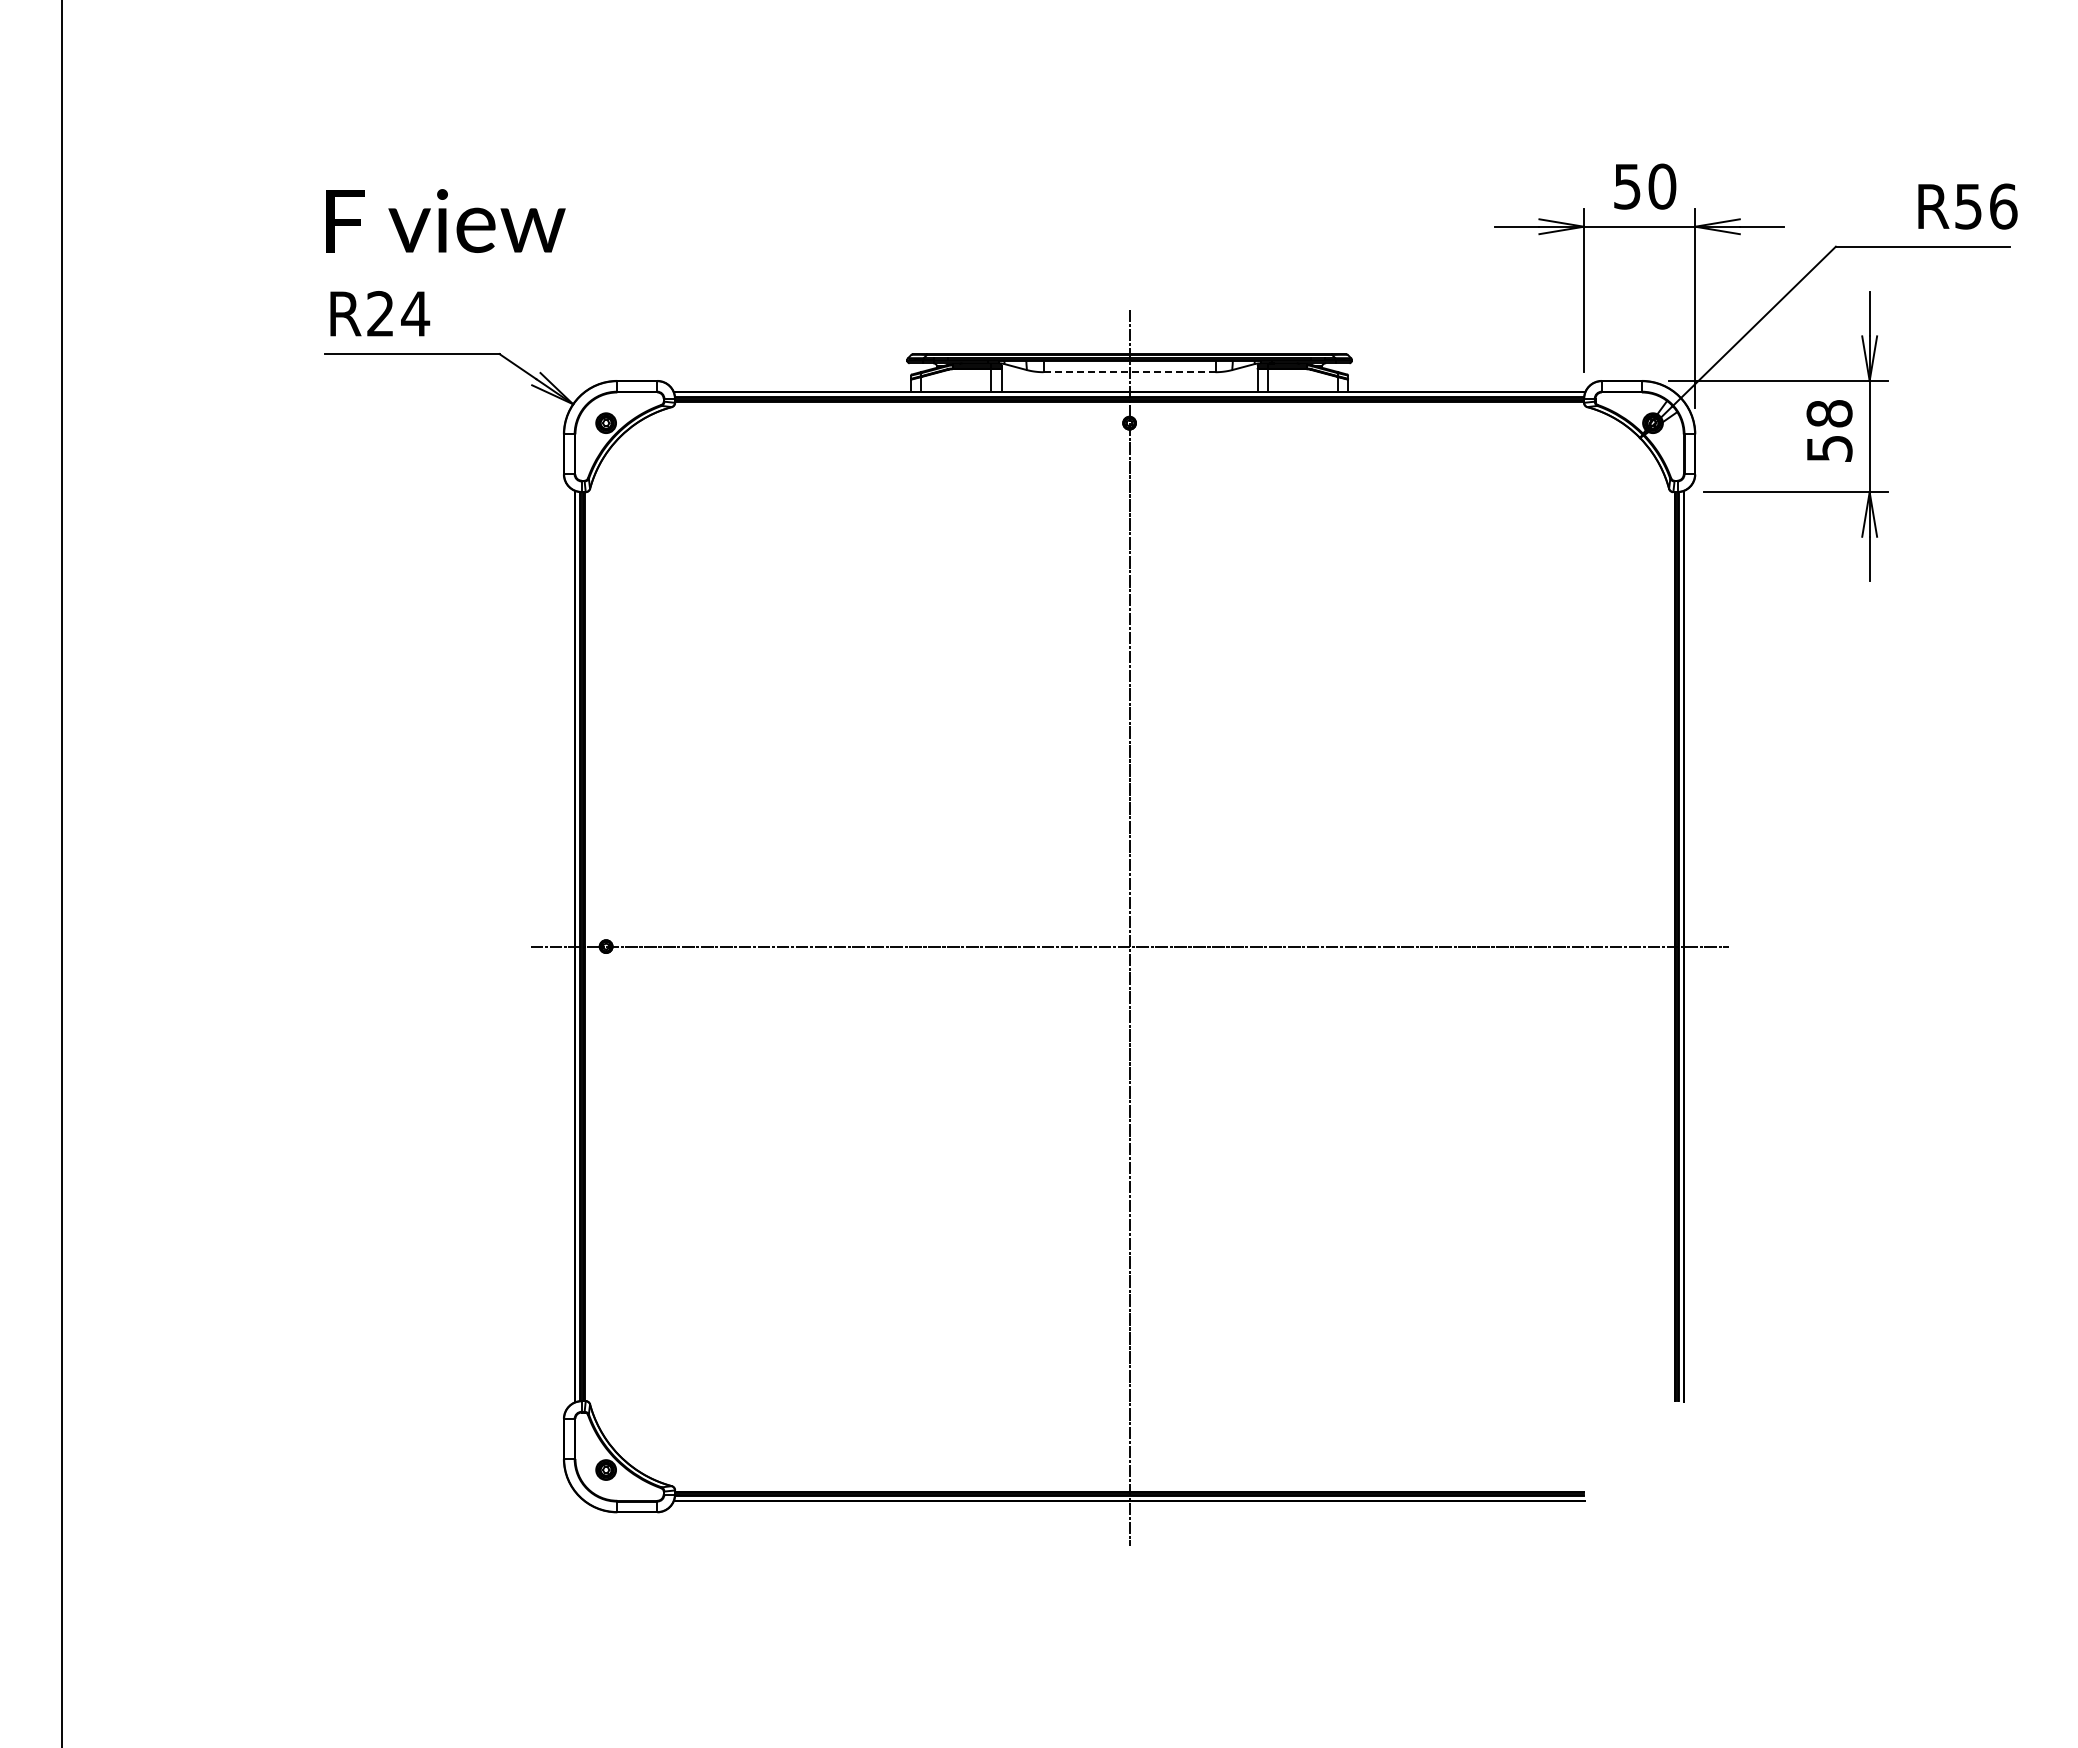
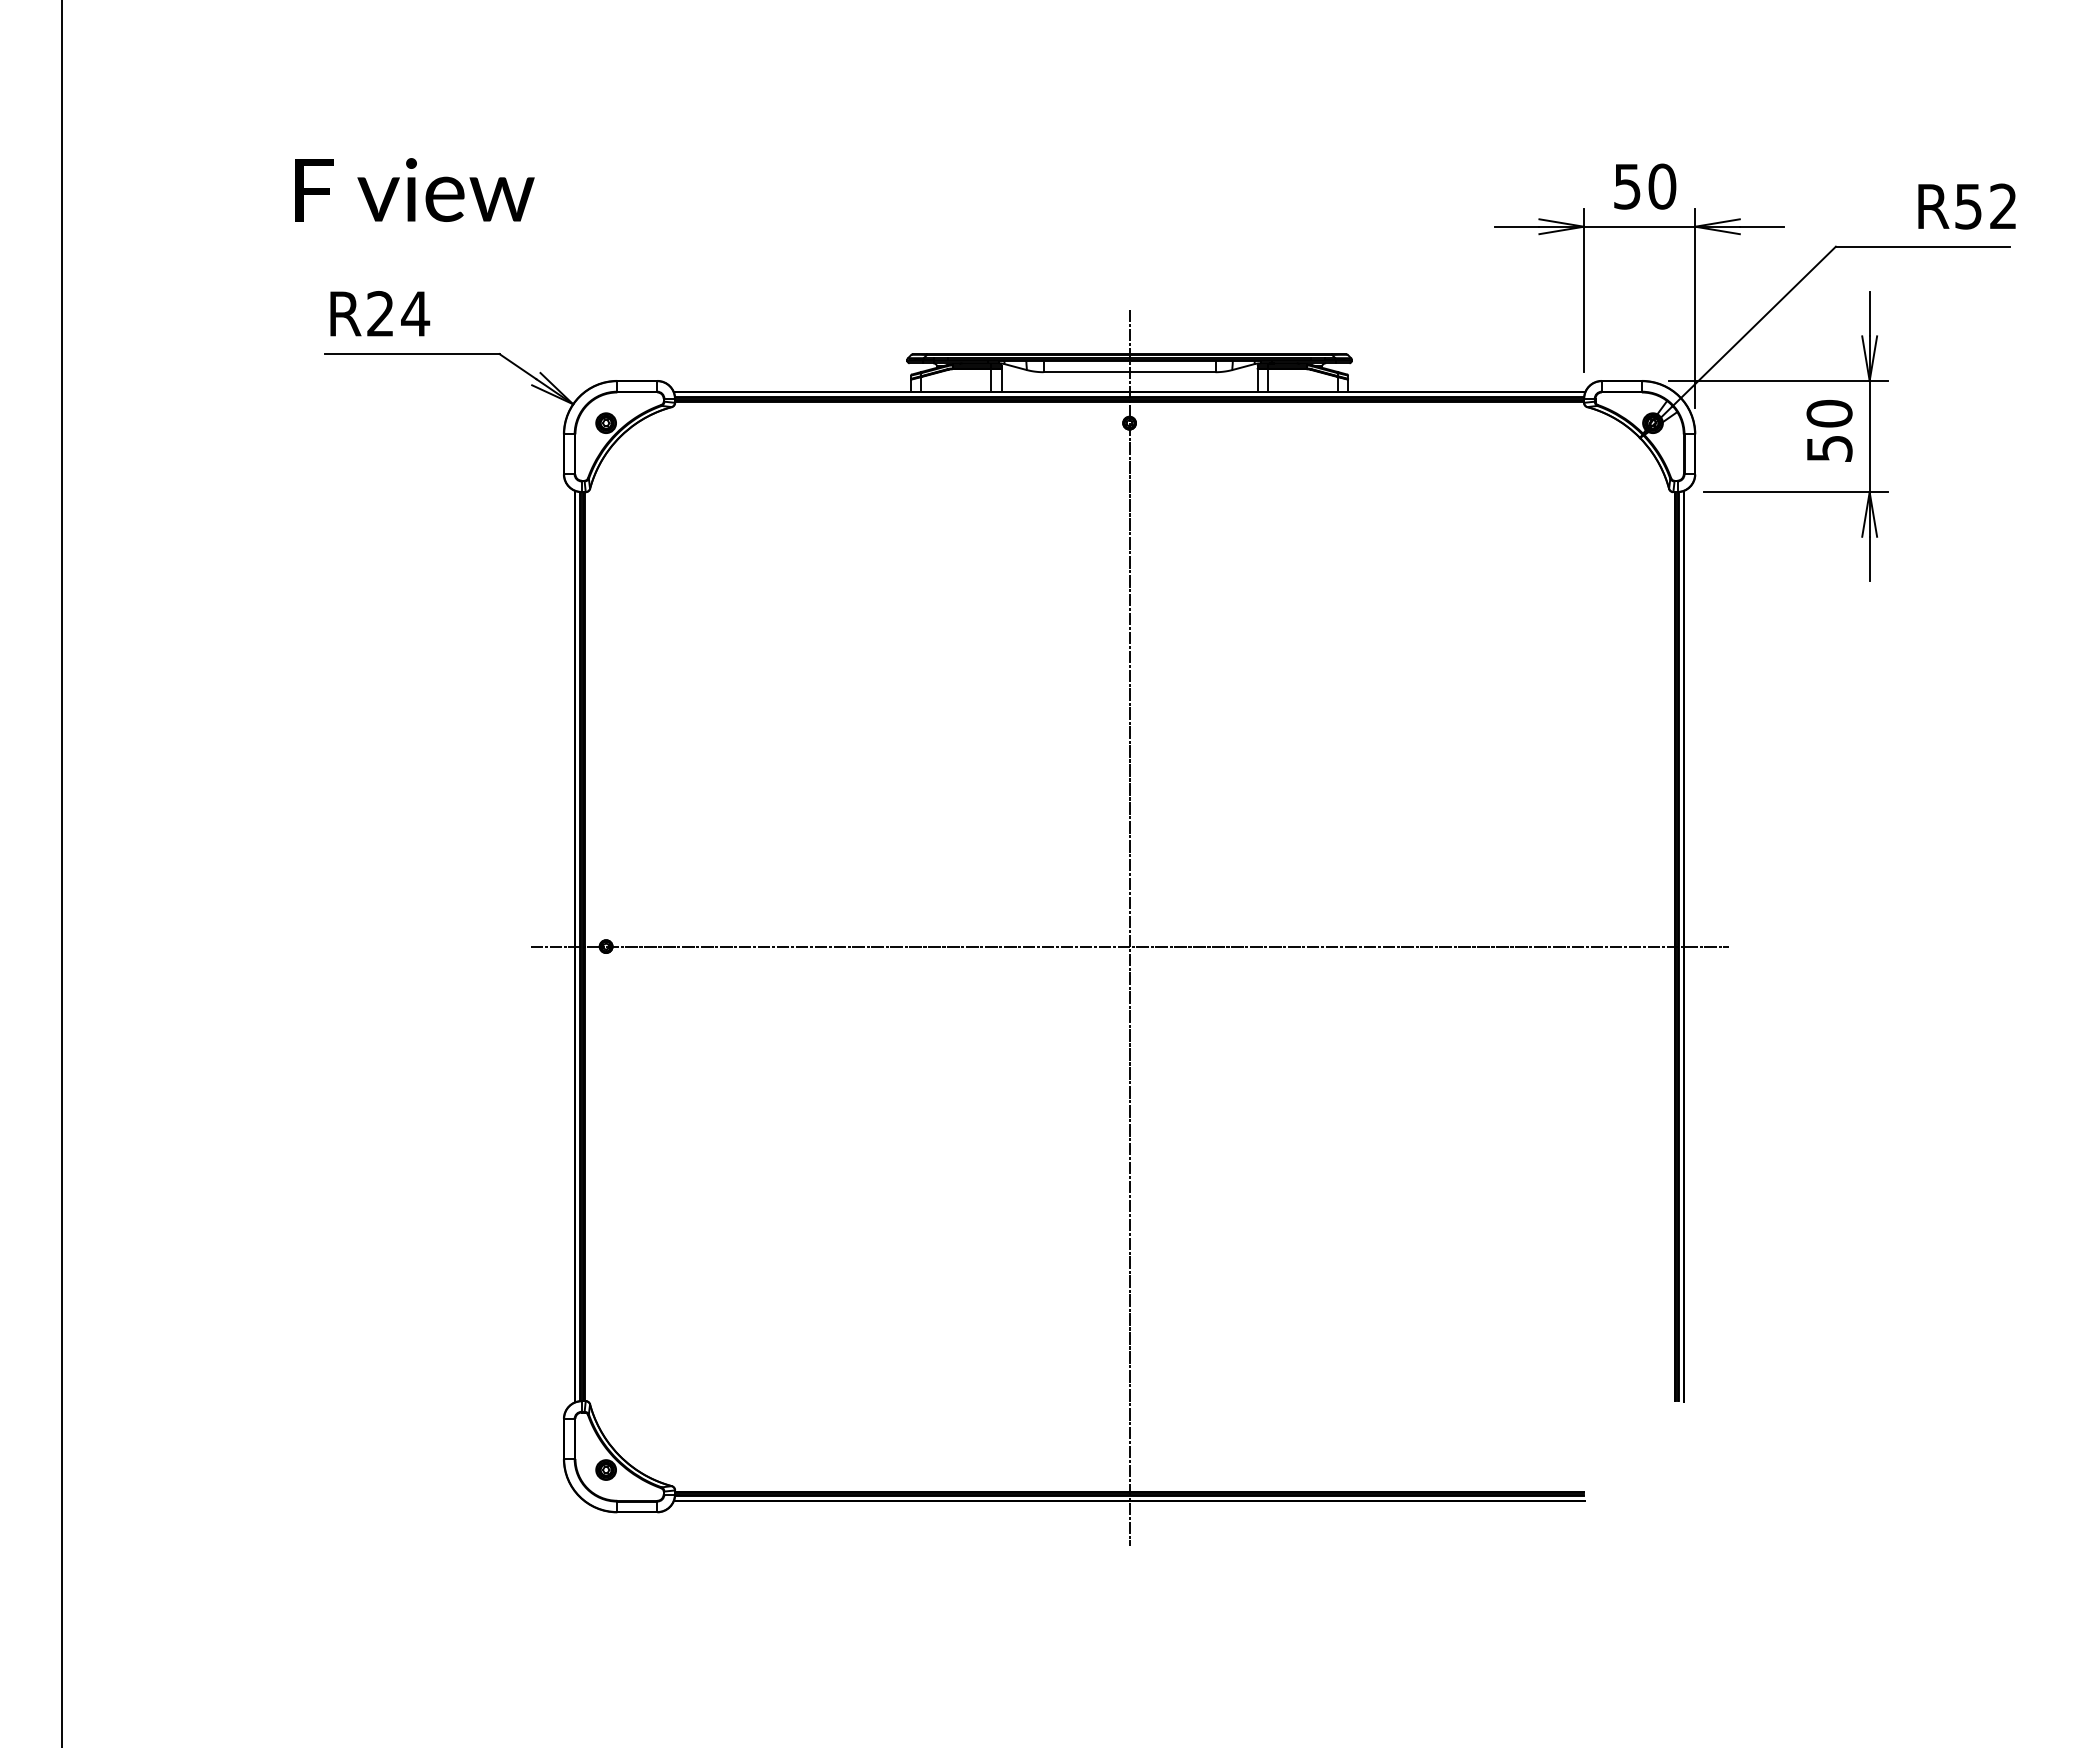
text at (2003, 206): R56 -> R52
text at (445, 220) position: (445, 220) -> (414, 189)
line at (1129, 372): dashed -> solid
text at (1829, 413): 58 -> 50
